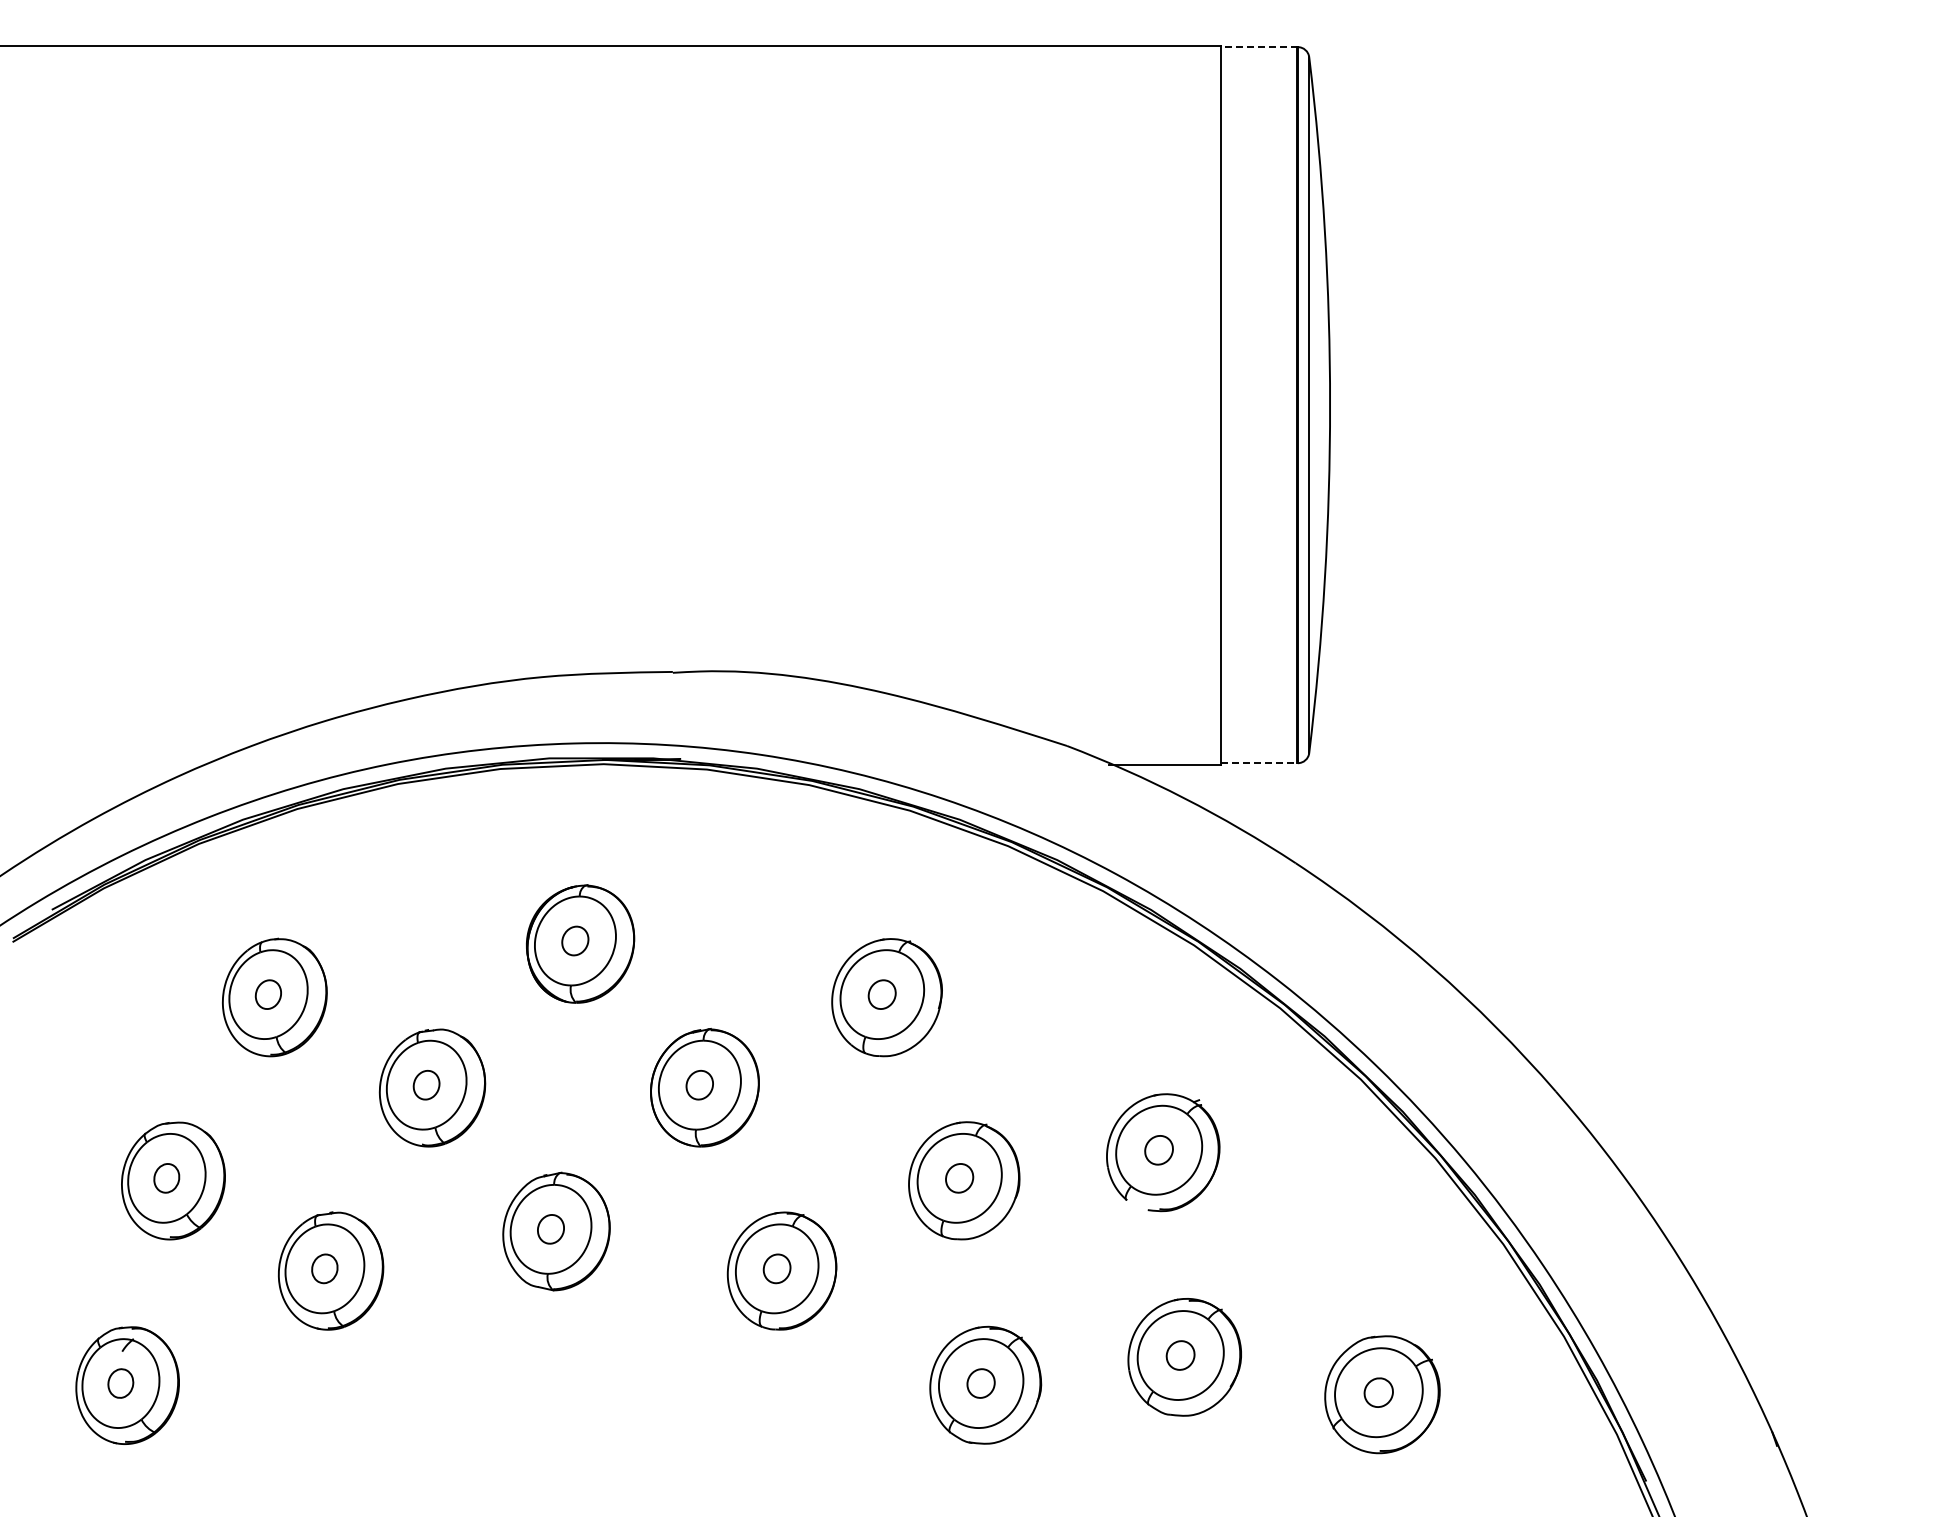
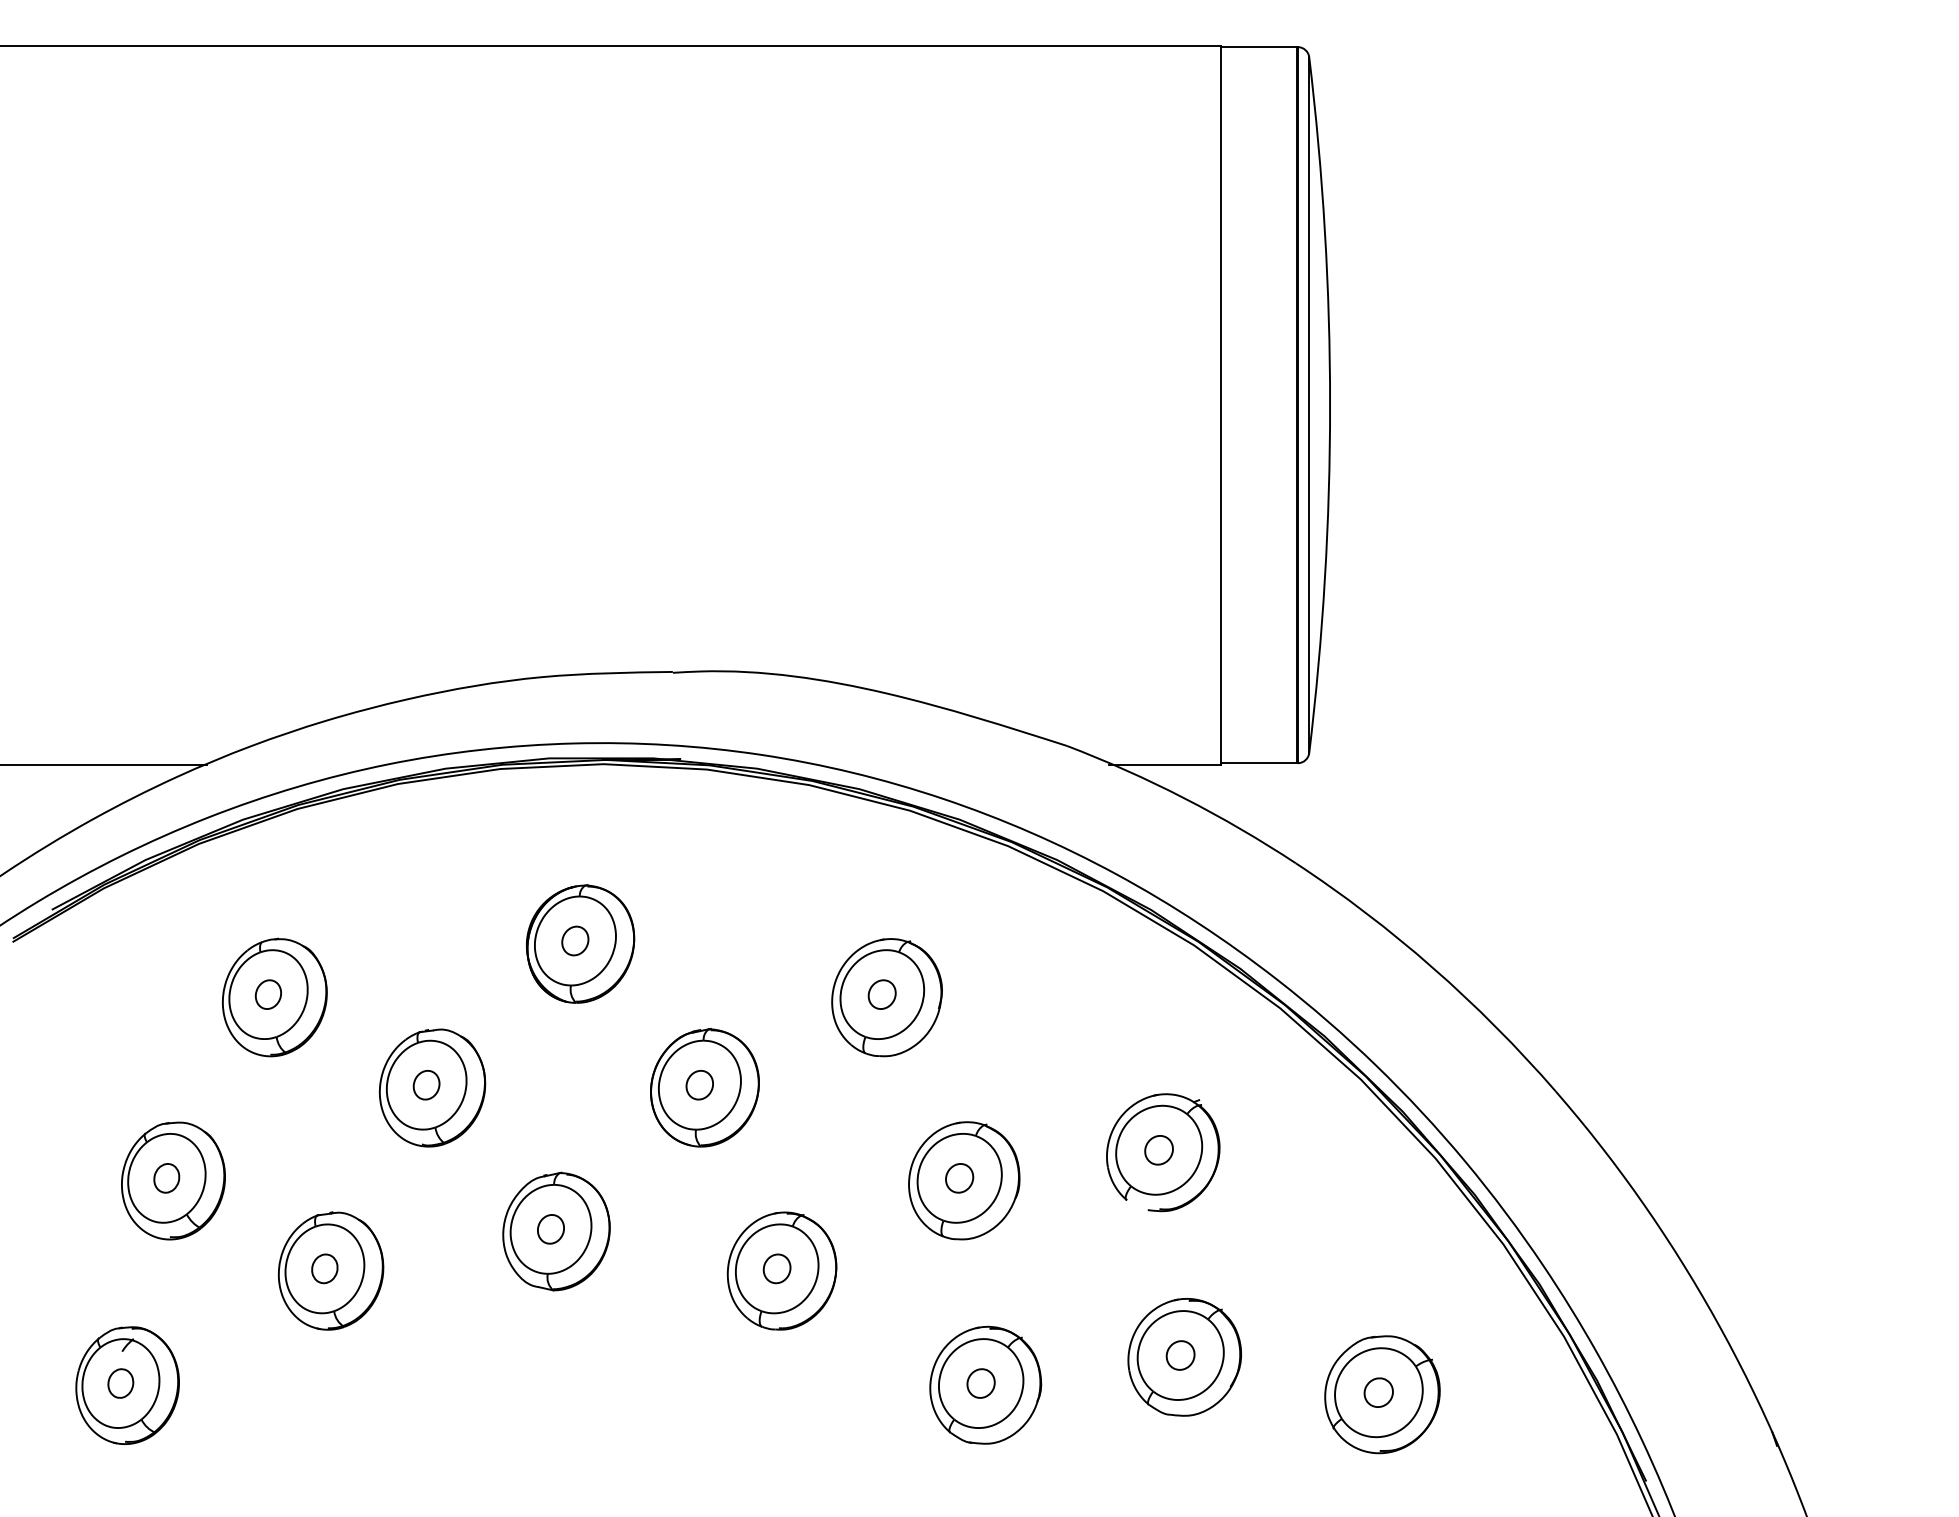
line at (1258, 47): dashed -> solid
line at (1259, 763): dashed -> solid
line at (104, 764): none -> present
